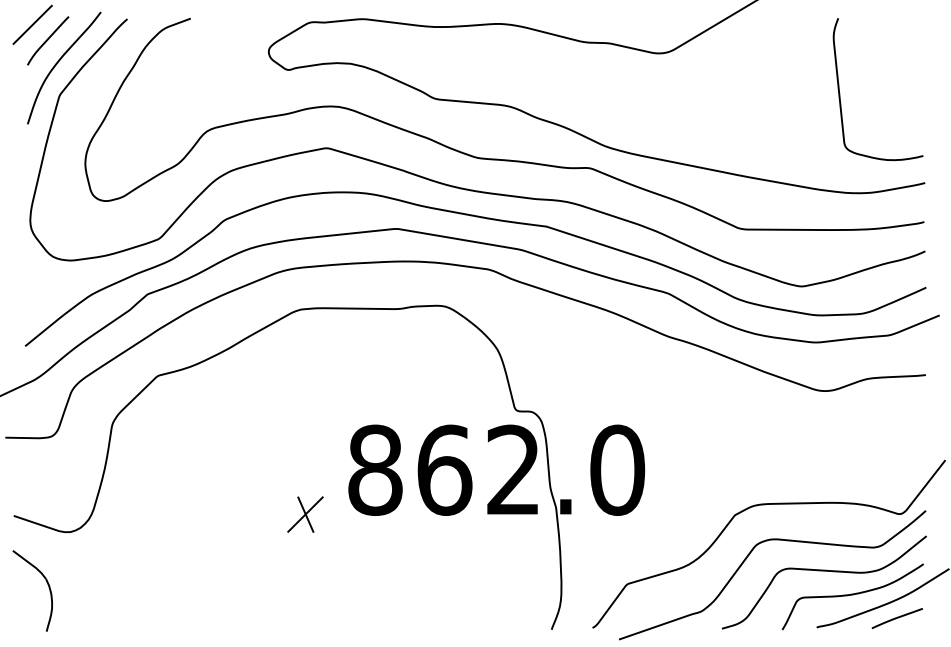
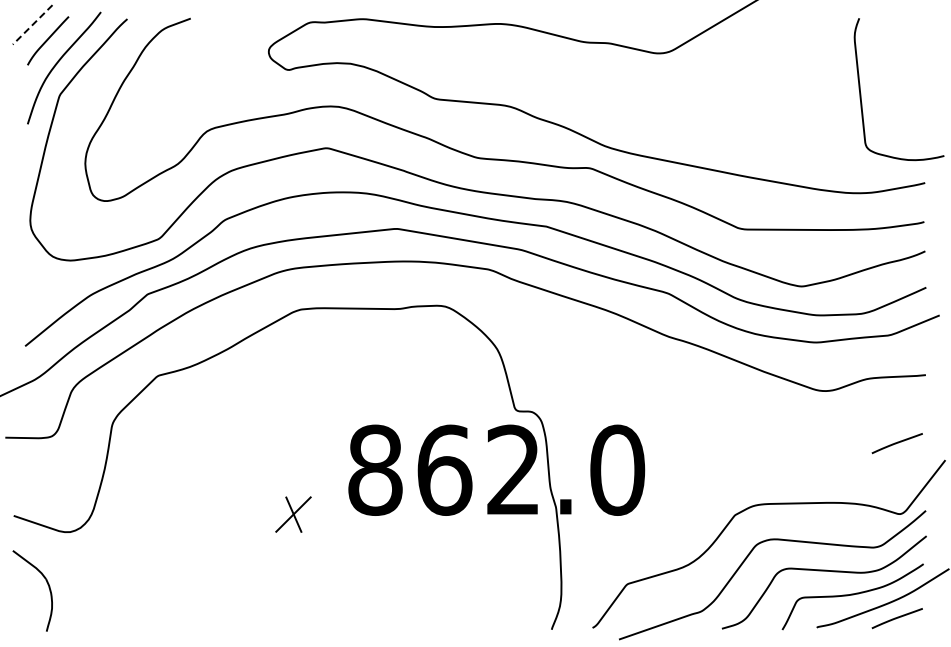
line at (32, 24): solid -> dashed
curve at (840, 93) position: (840, 93) -> (861, 93)
curve at (896, 443): none -> present
part at (305, 514) position: (305, 514) -> (293, 514)
